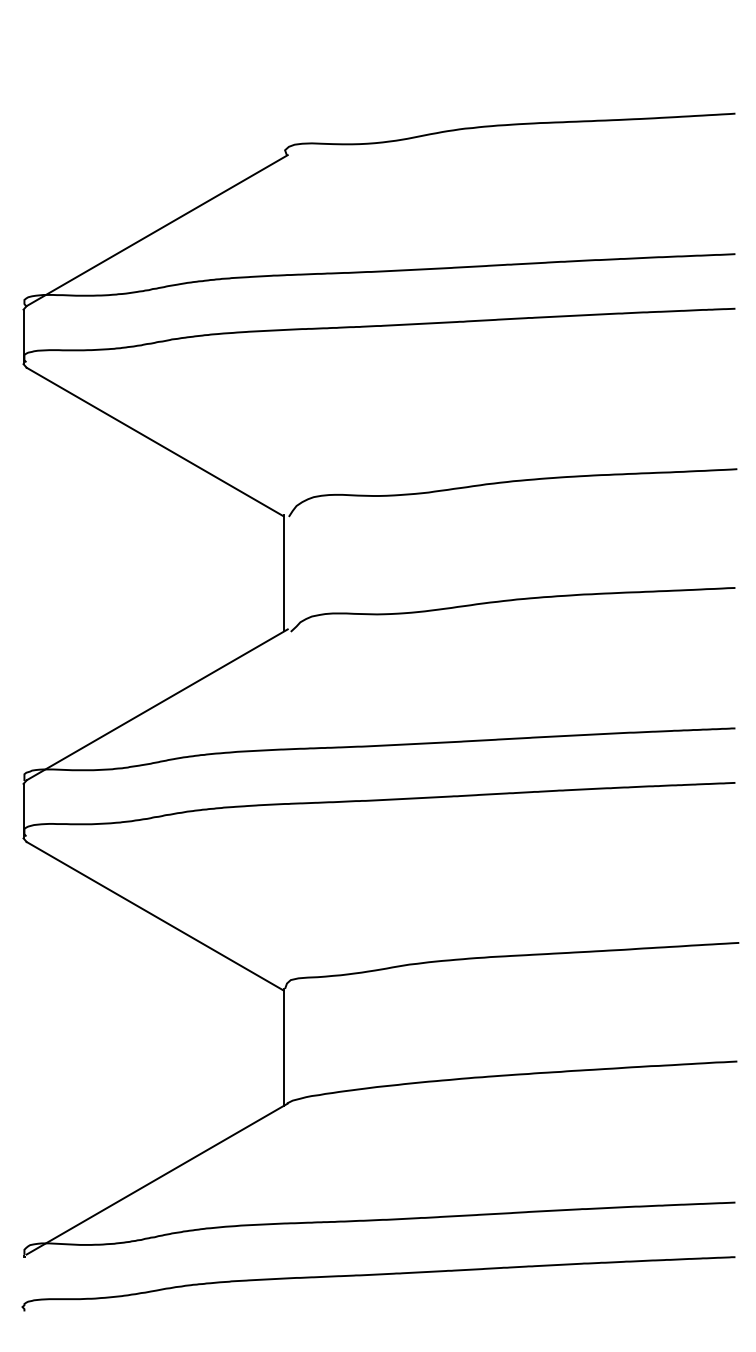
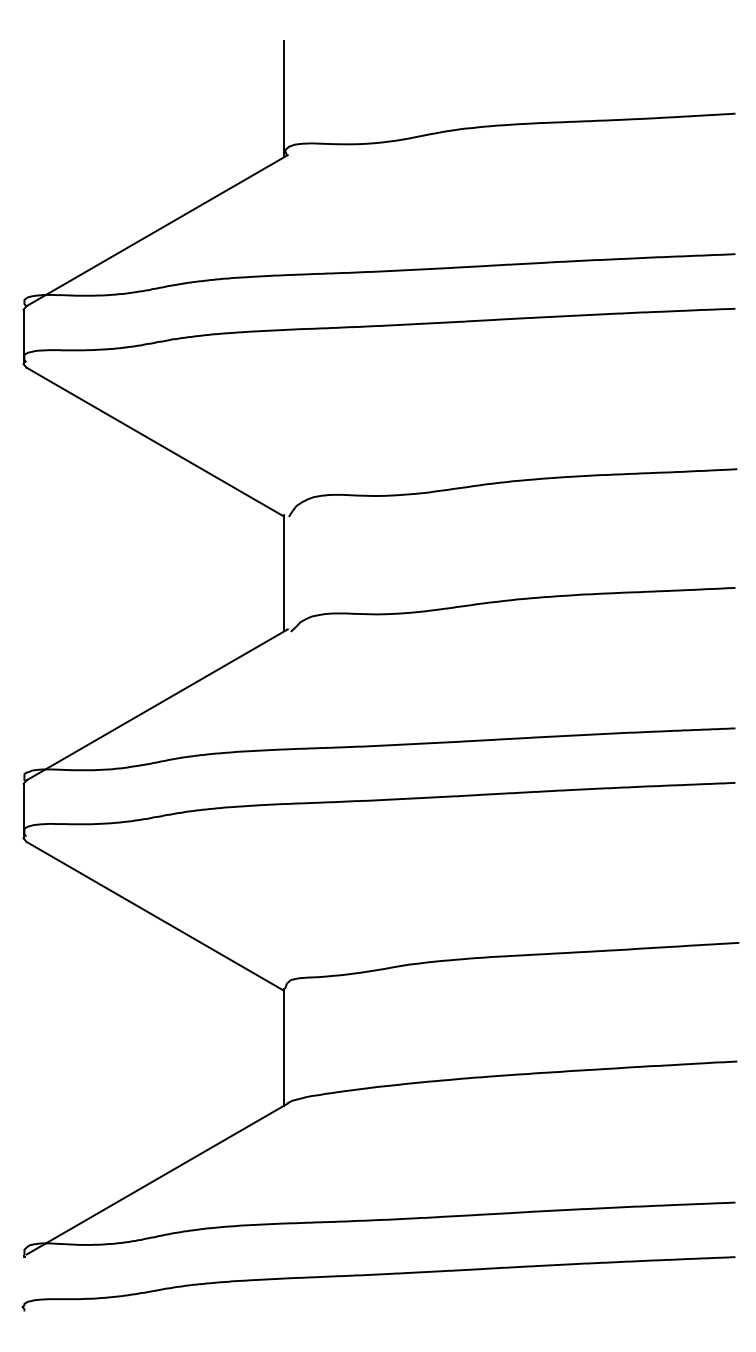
line at (284, 98): none -> present
